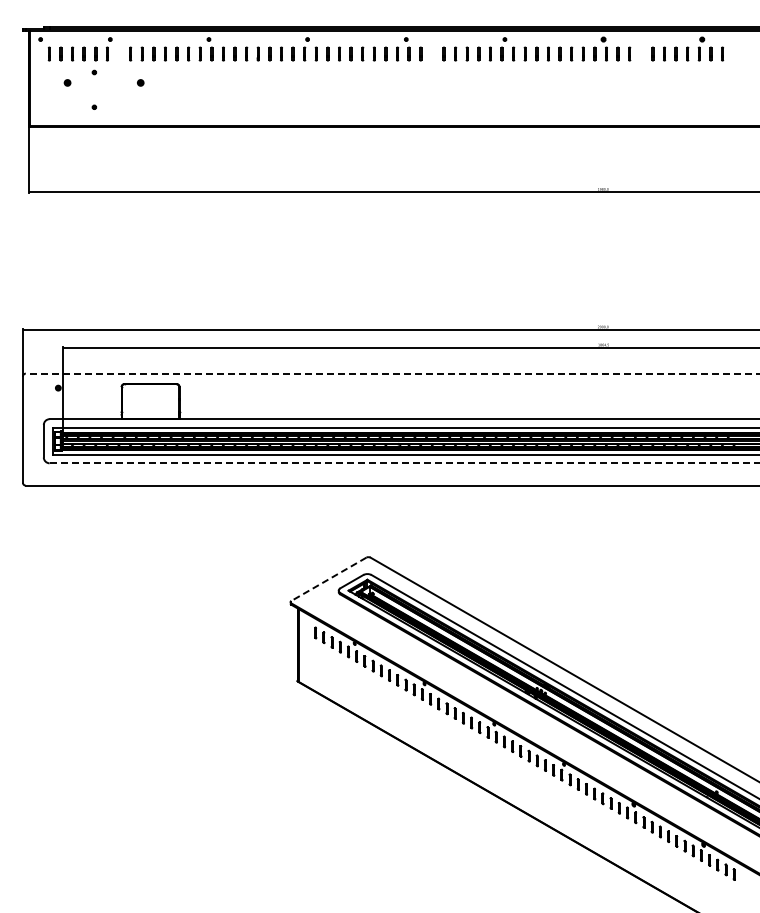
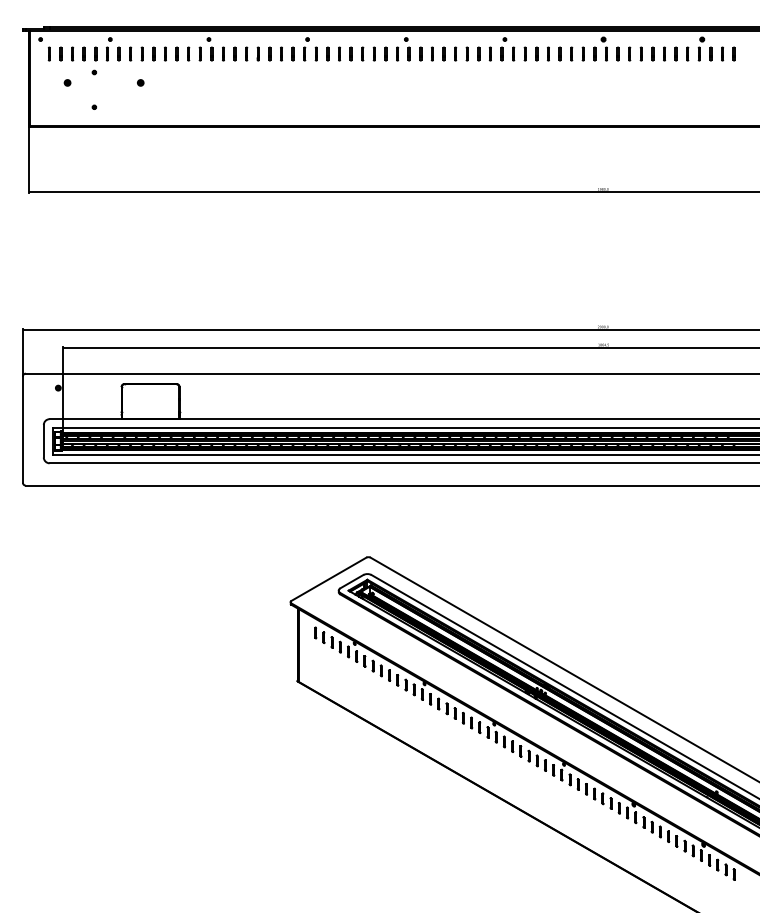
line at (118, 53): none -> present
part at (431, 53): none -> present
part at (640, 53): none -> present
line at (733, 53): none -> present
line at (392, 373): dashed -> solid
line at (404, 463): dashed -> solid
line at (328, 579): dashed -> solid
